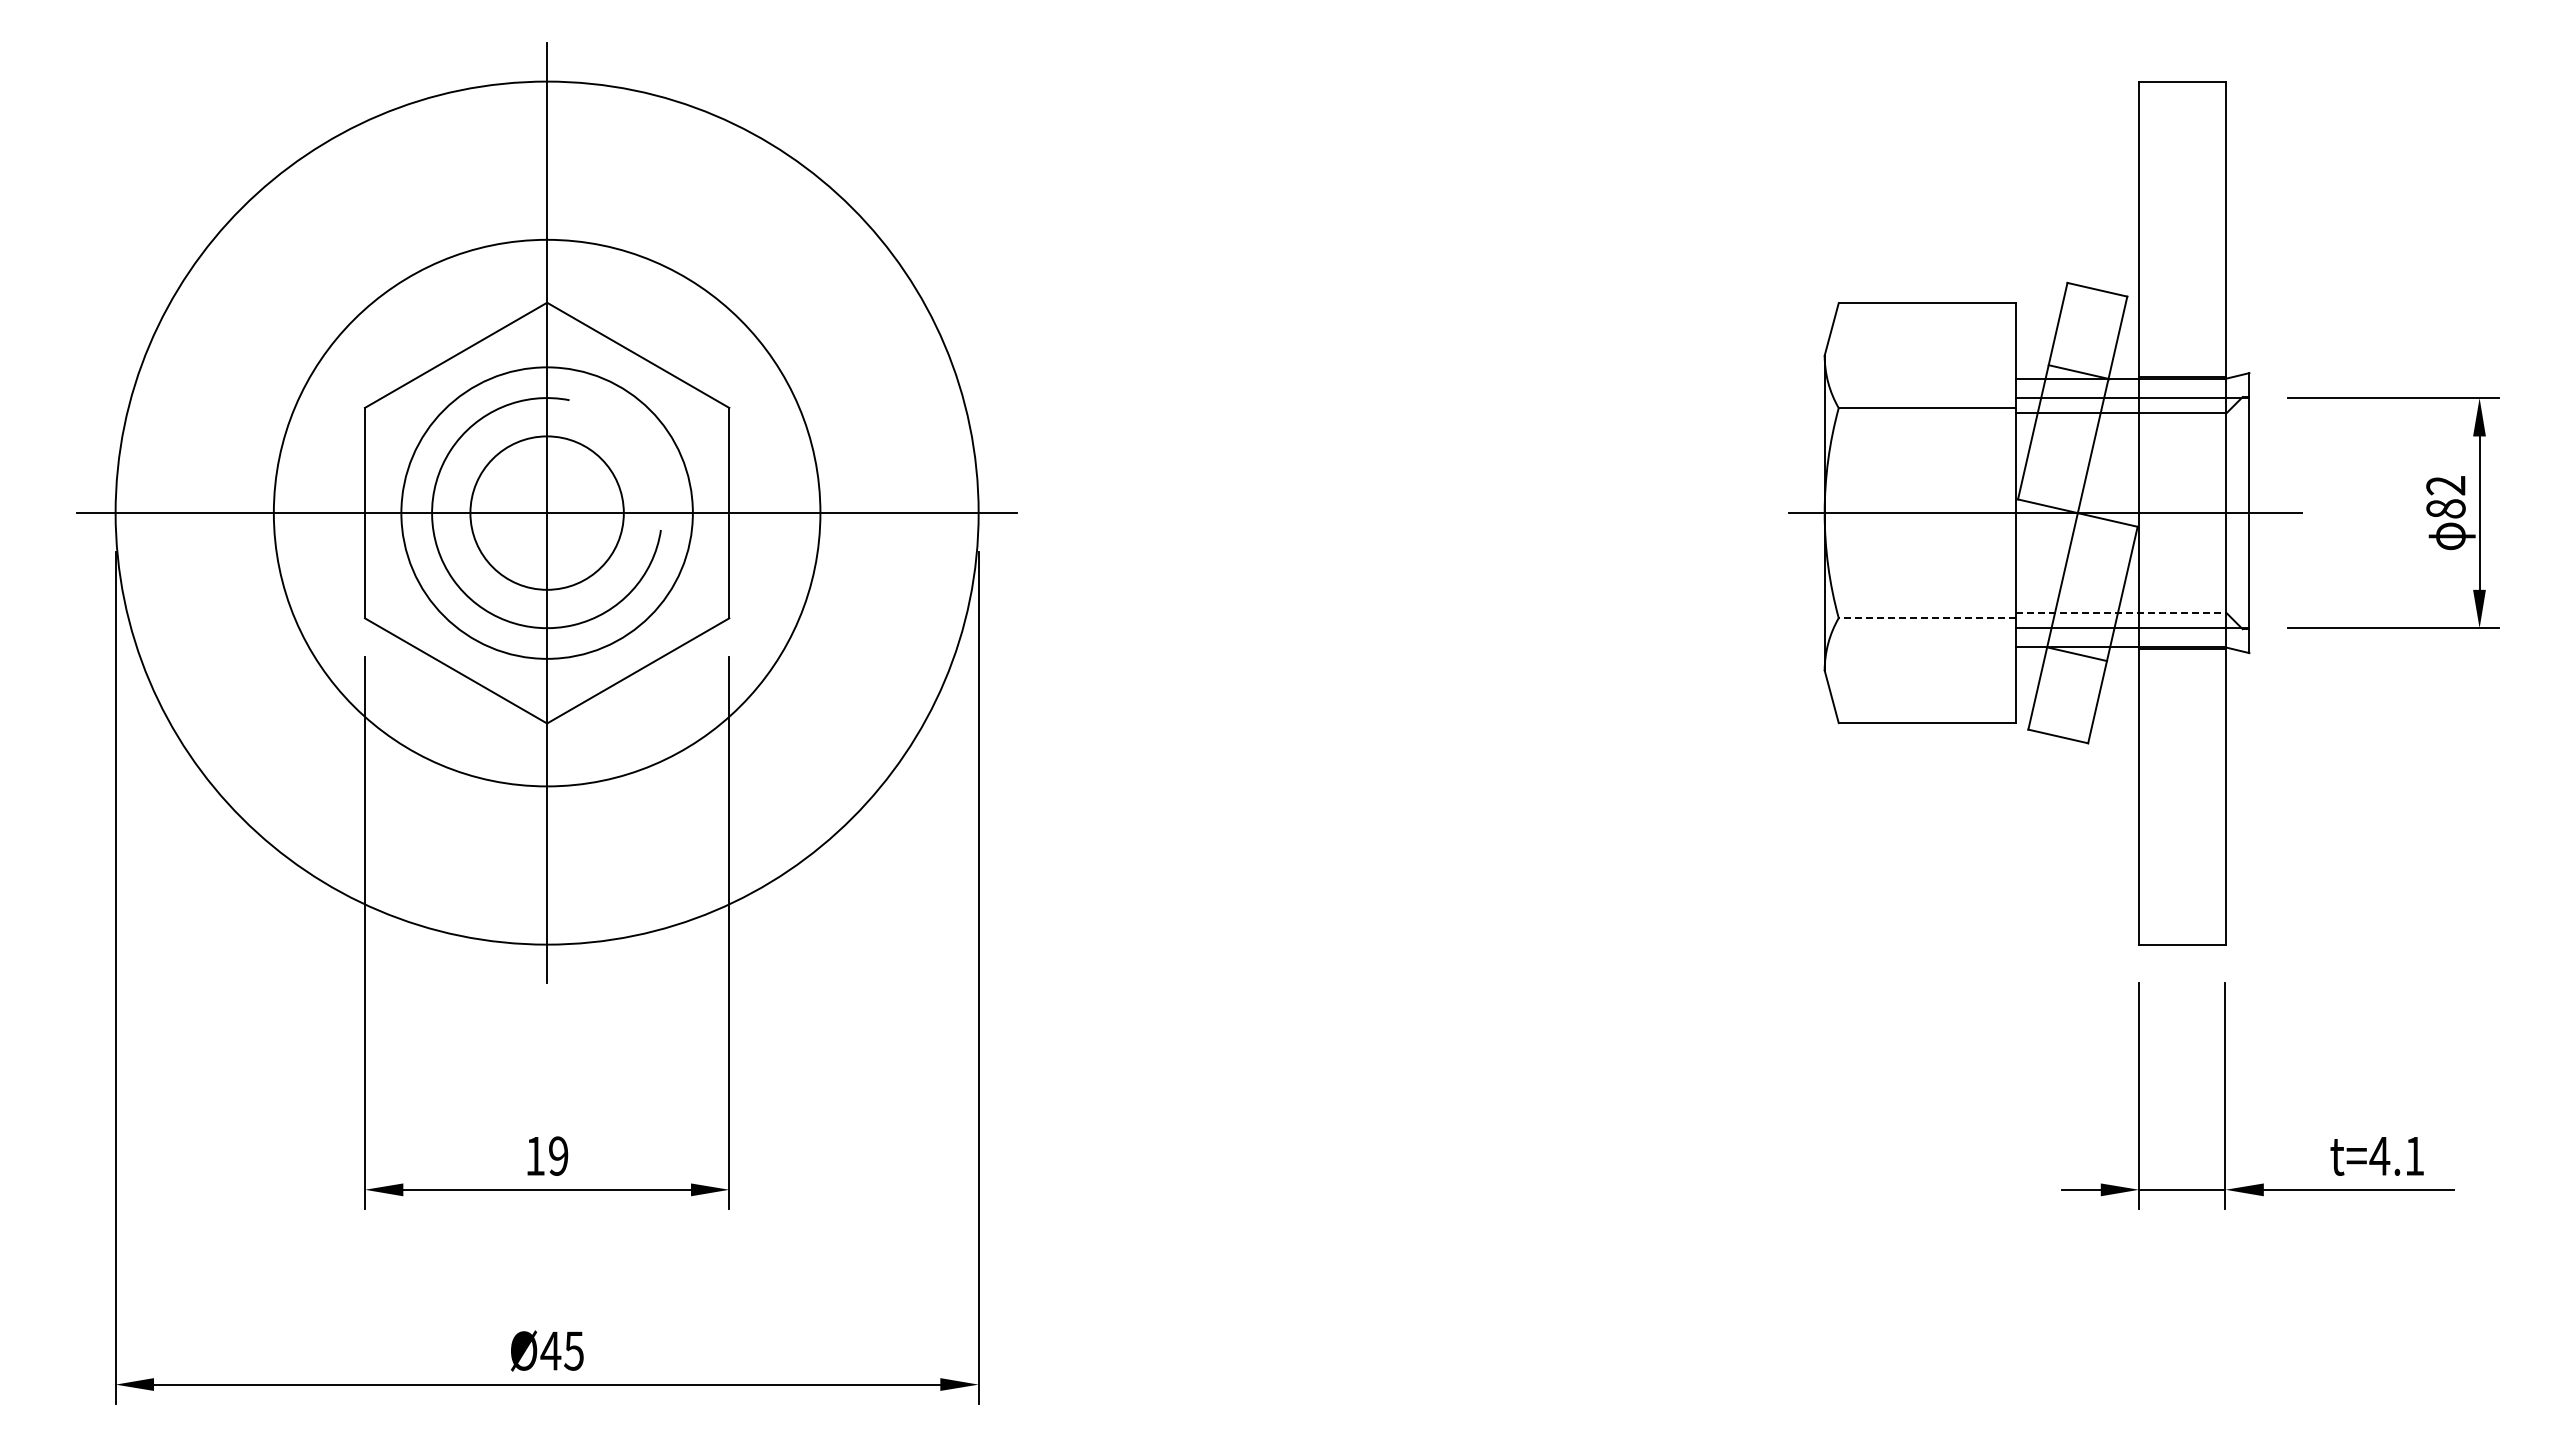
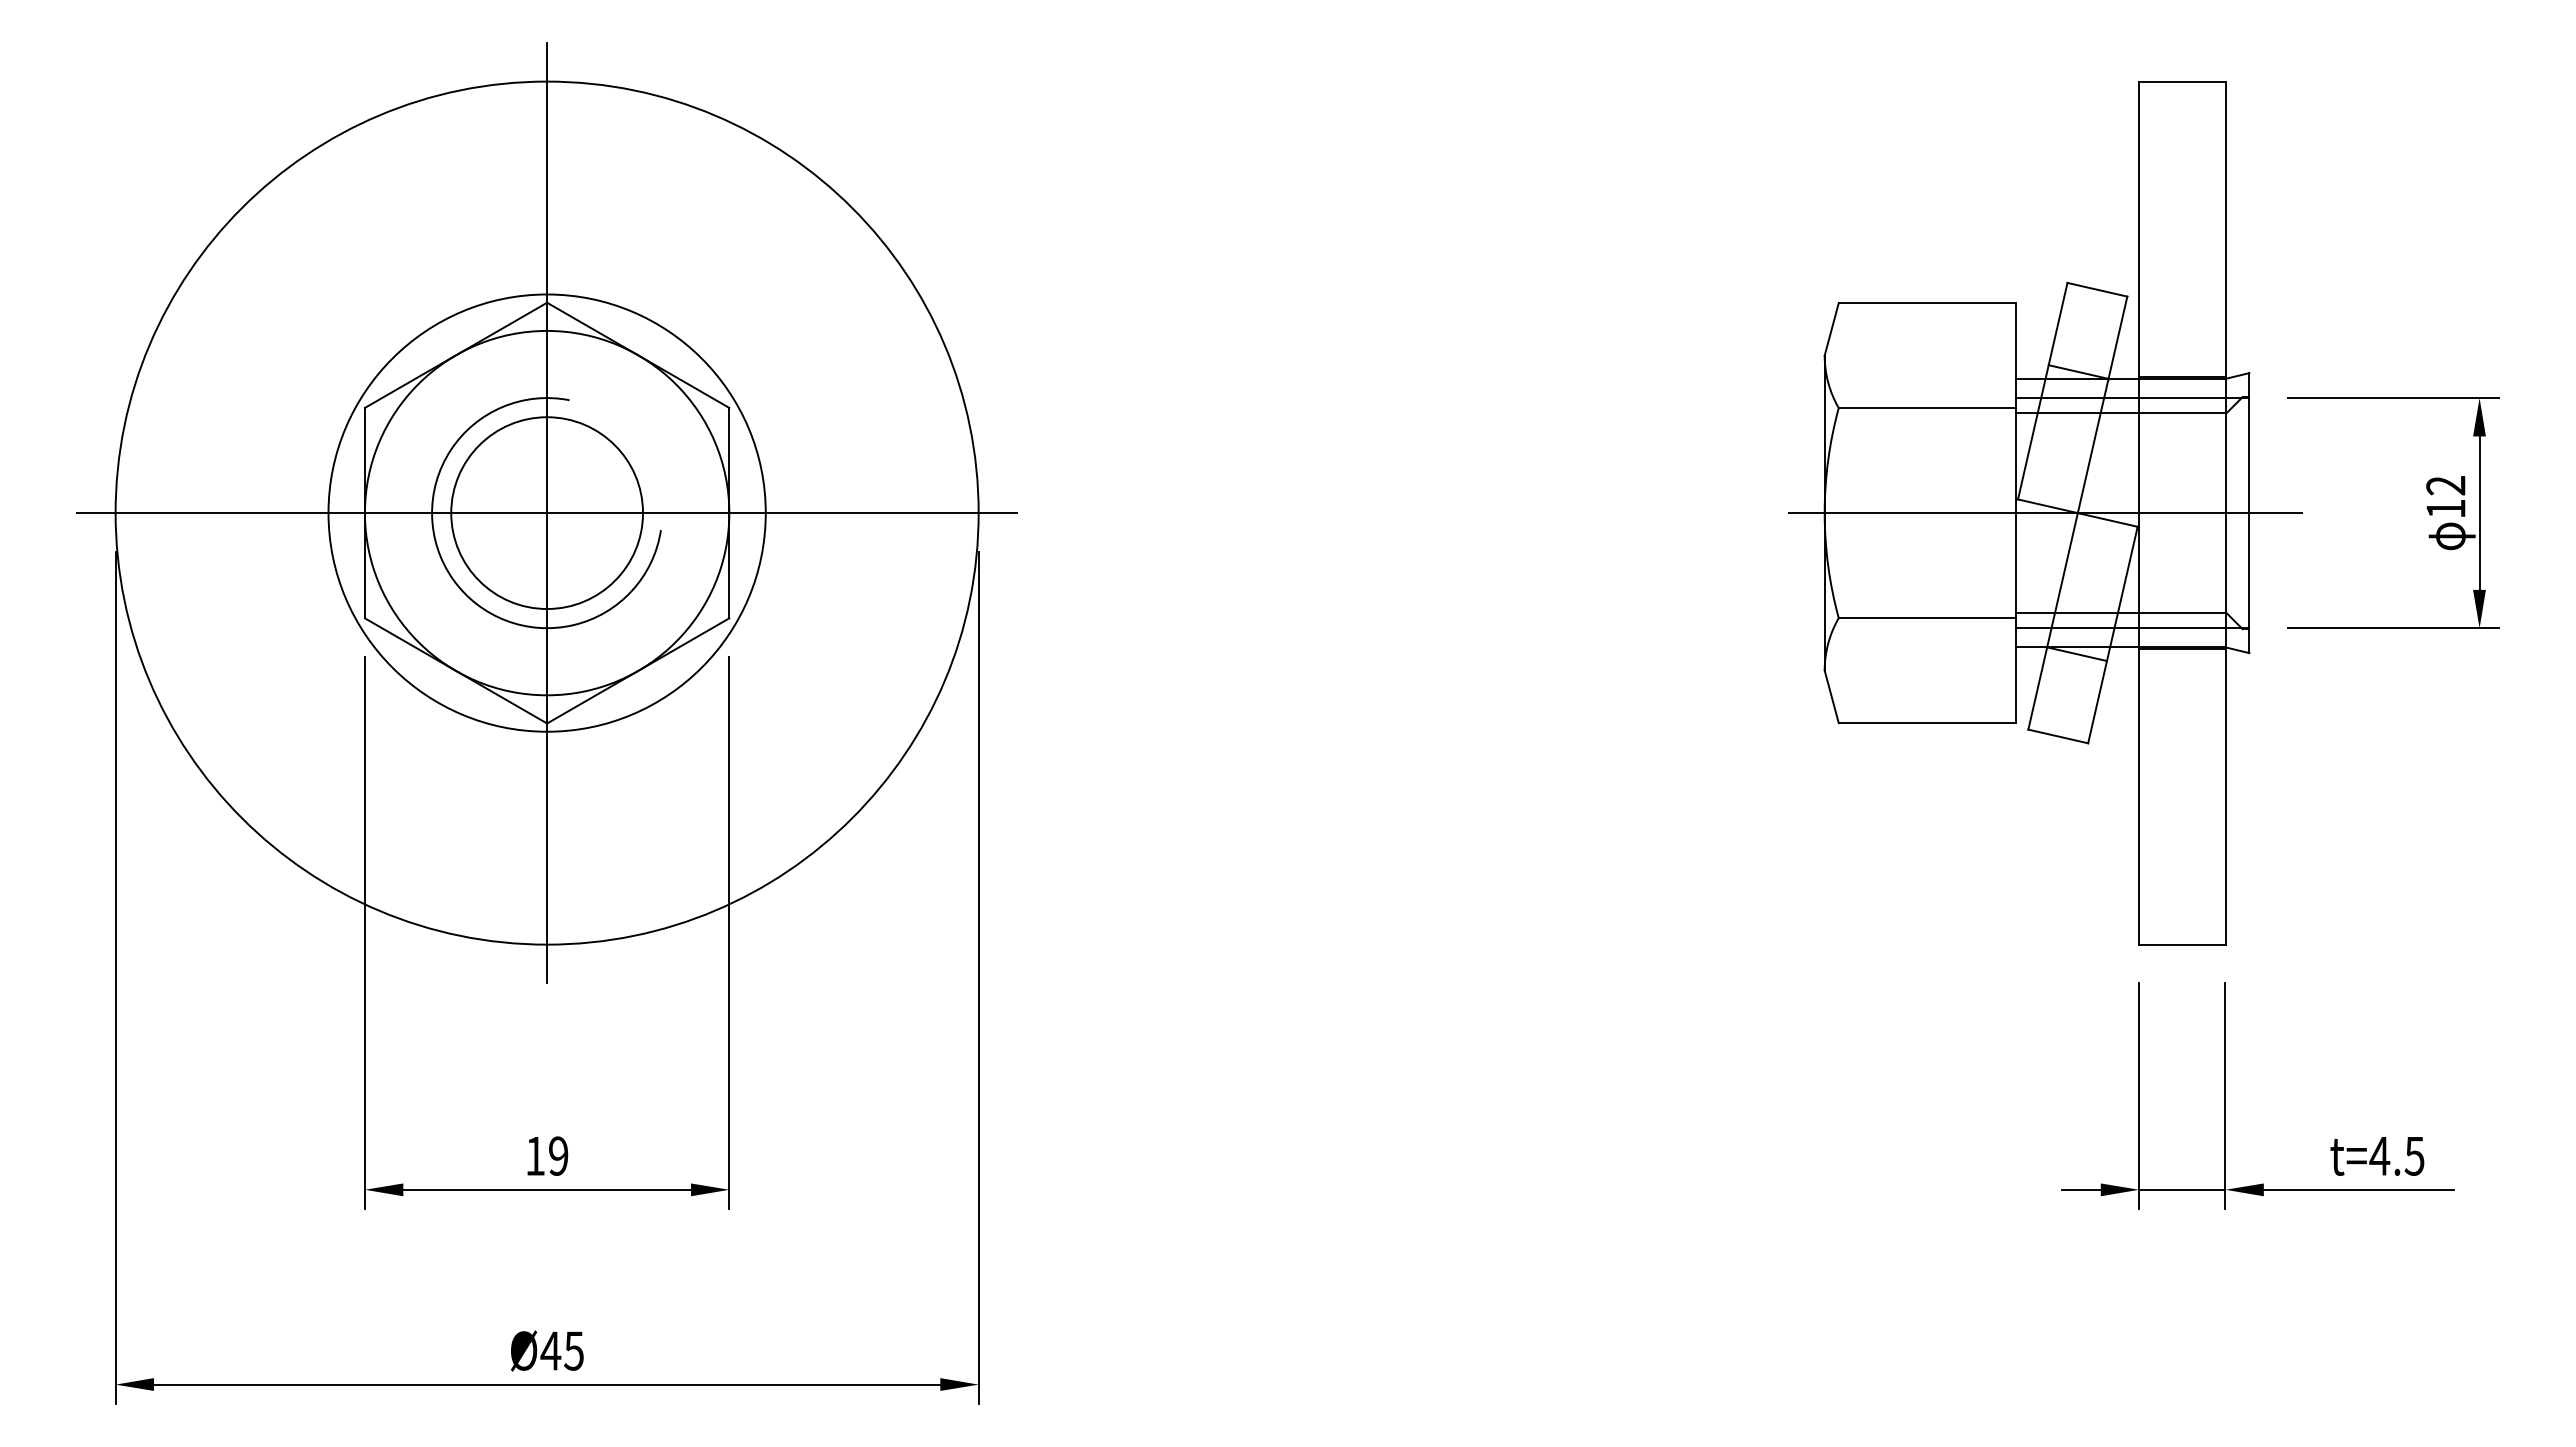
text at (2445, 508): 82 -> 12
circle at (546, 512) diameter: 153 px -> 192 px
circle at (546, 512) diameter: 292 px -> 364 px
circle at (546, 512) diameter: 547 px -> 437 px
line at (2121, 612): dashed -> solid
line at (1927, 618): dashed -> solid
text at (2414, 1156): t=4.1 -> t=4.5
